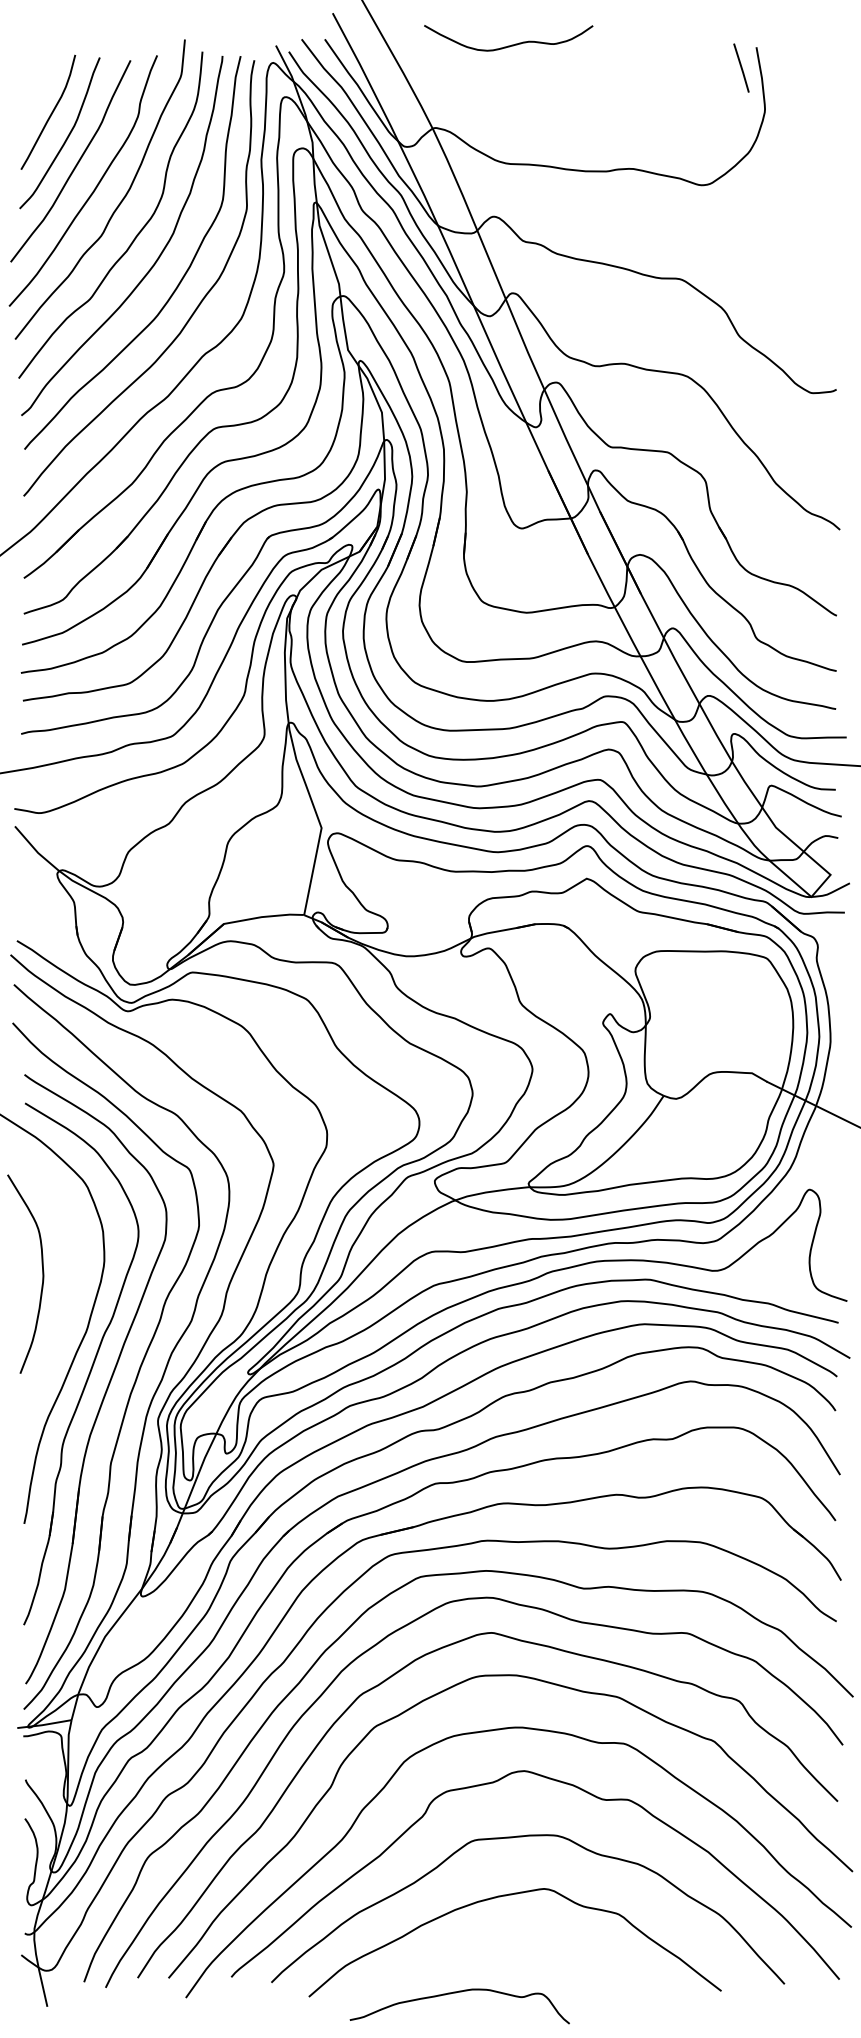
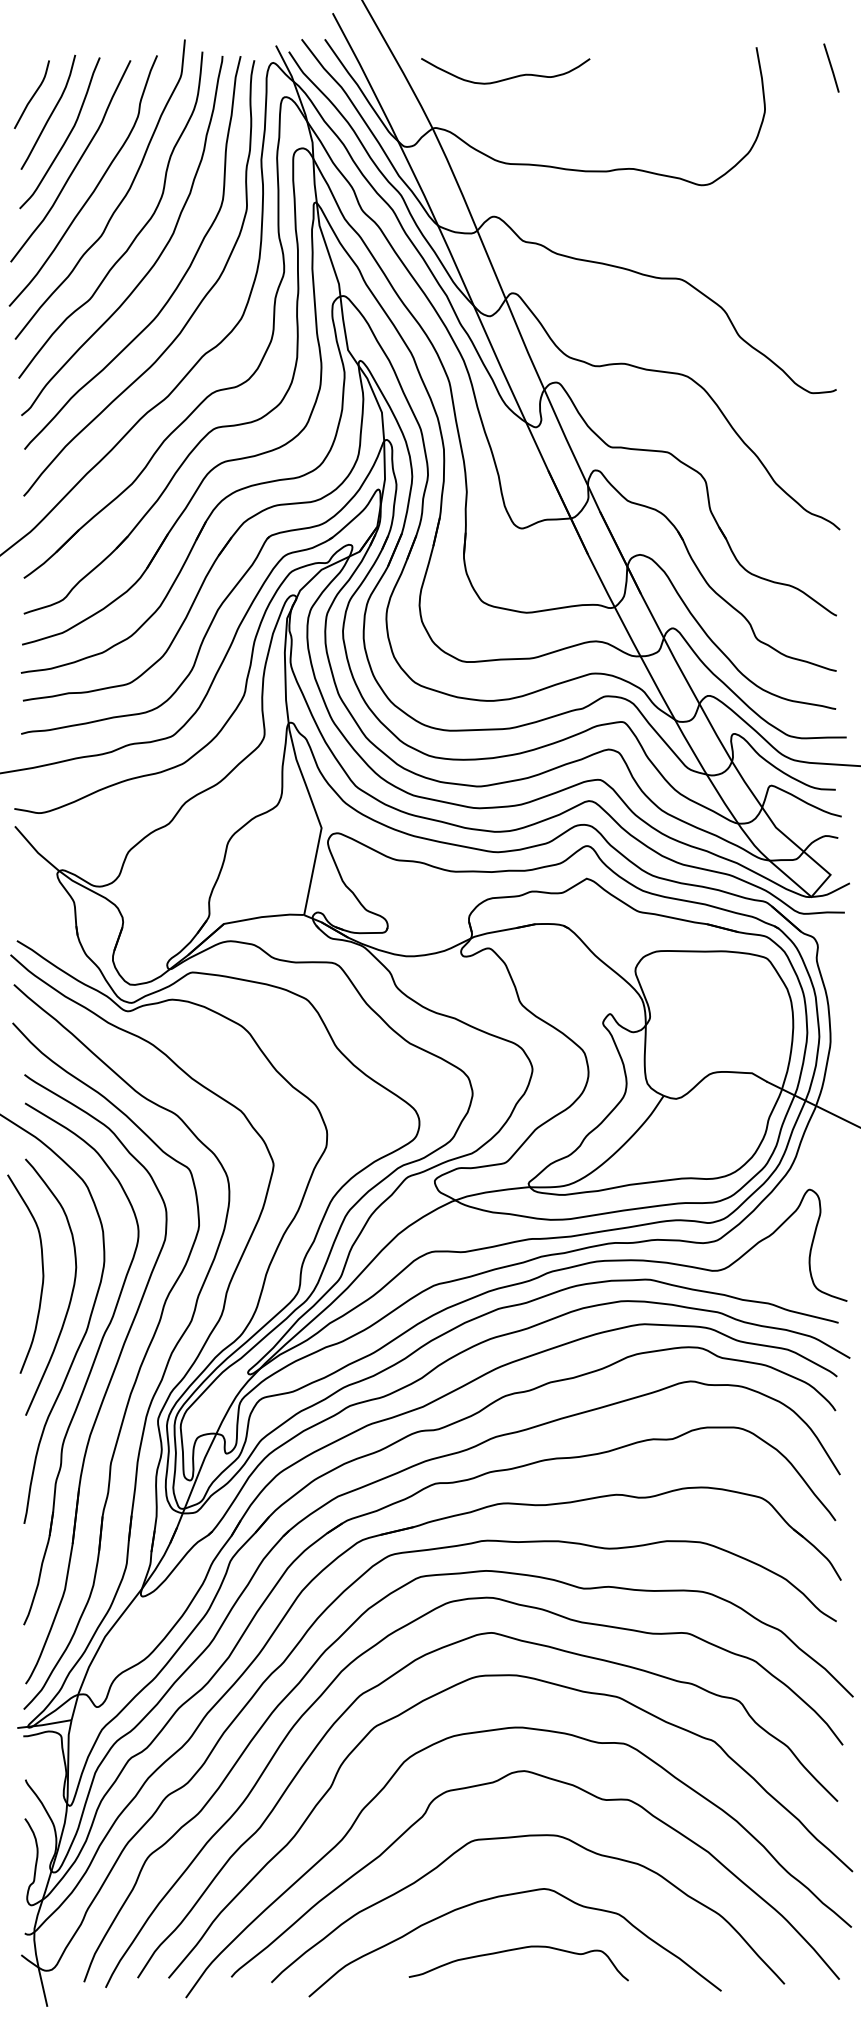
curve at (511, 44) position: (511, 44) -> (508, 77)
line at (741, 67) position: (741, 67) -> (831, 67)
curve at (32, 95): none -> present
curve at (71, 1291): none -> present
curve at (456, 1993) position: (456, 1993) -> (515, 1950)
